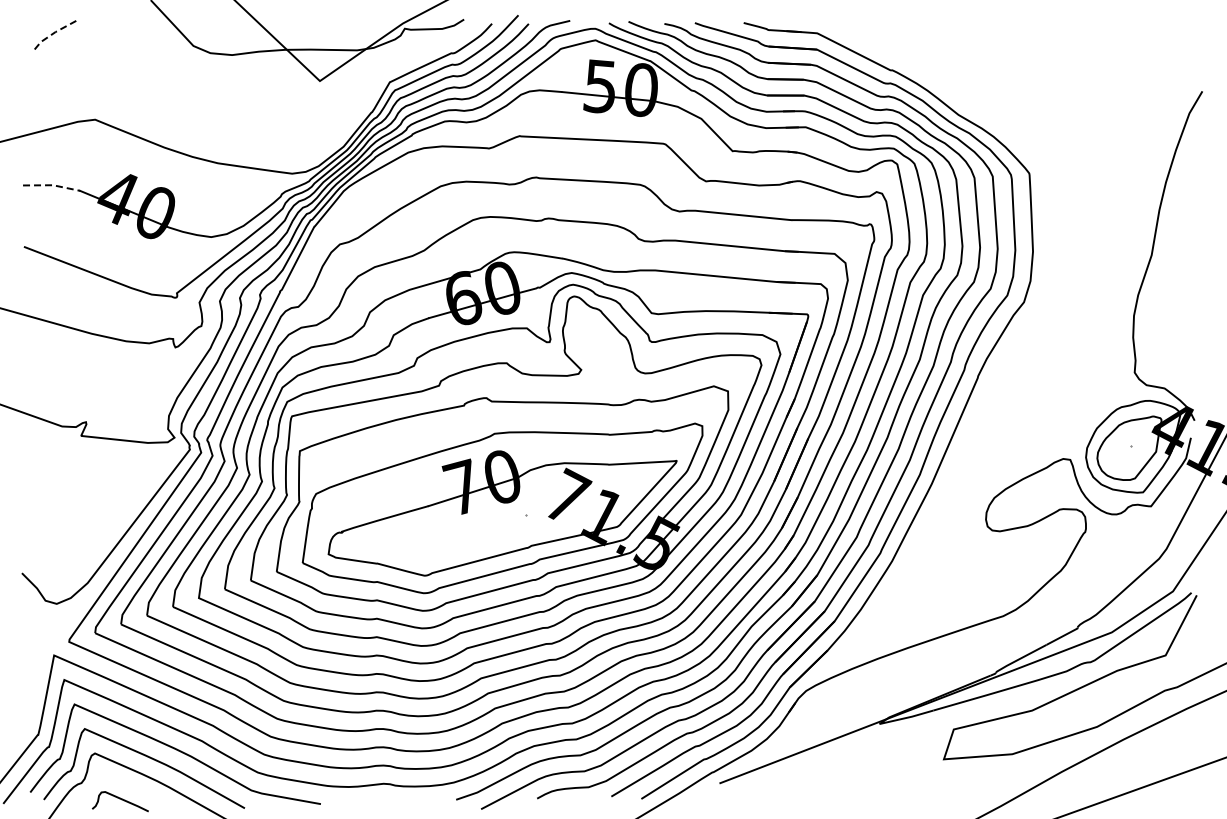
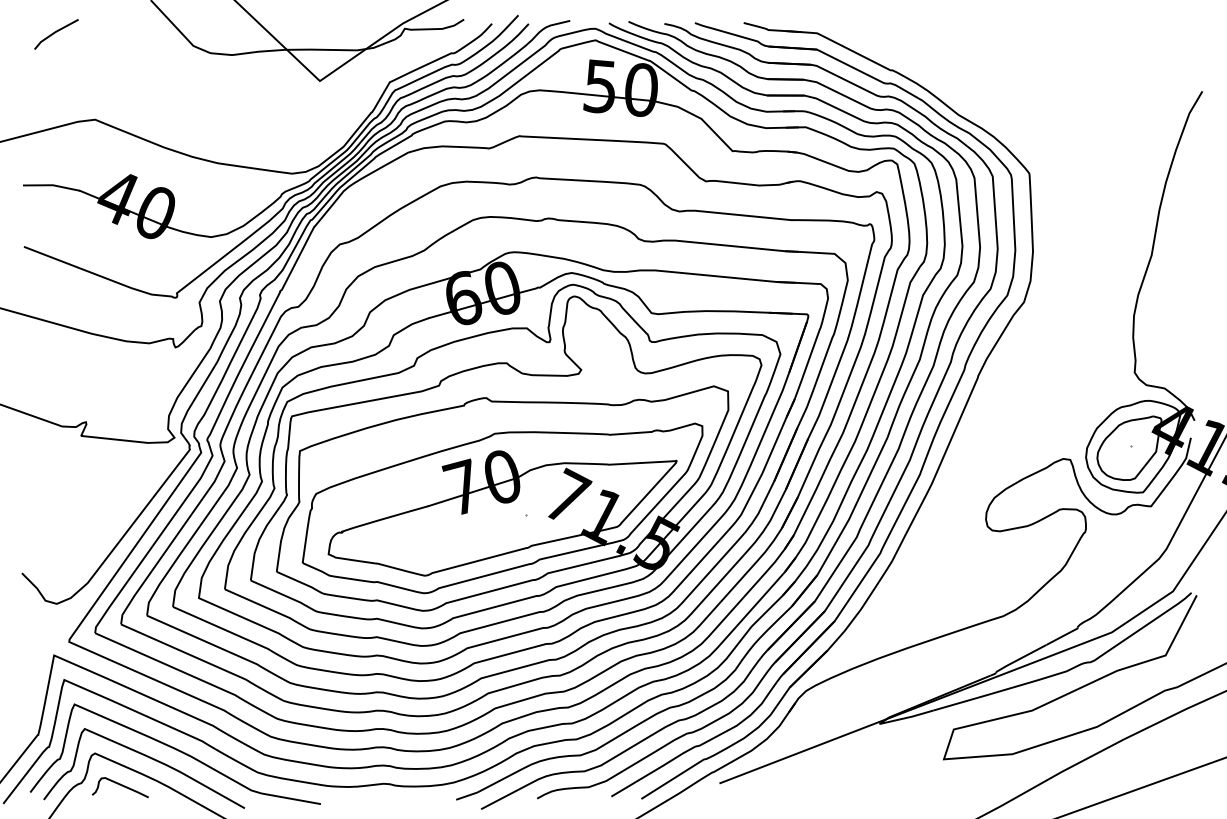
line at (55, 32): dashed -> solid
line at (53, 185): dashed -> solid
curve at (121, 800) position: (121, 800) -> (121, 786)
